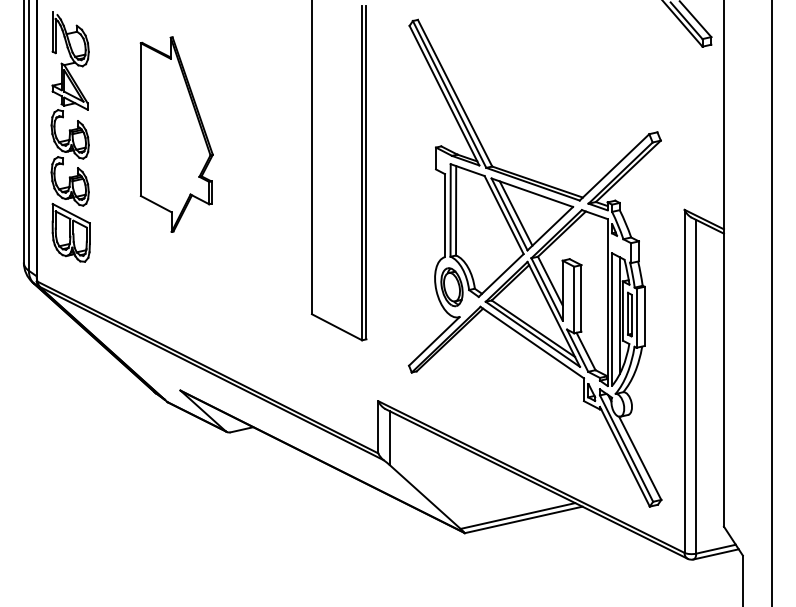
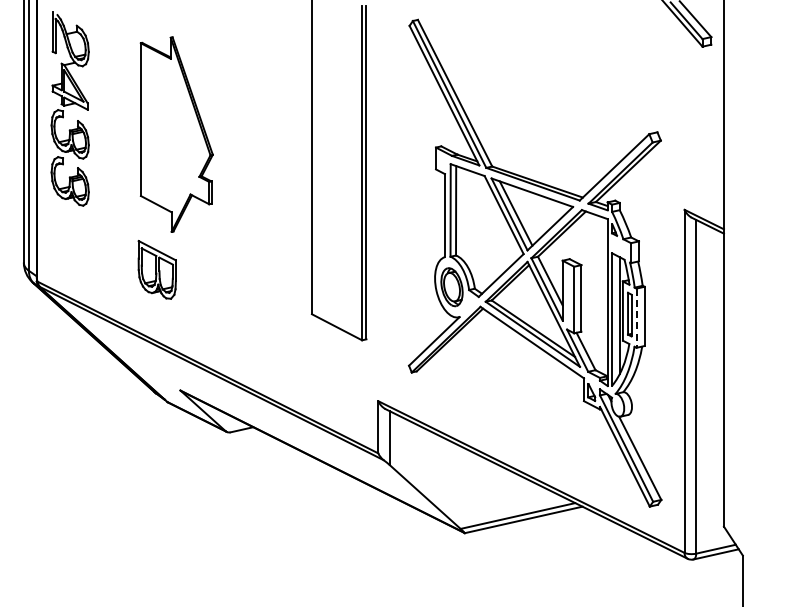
part at (70, 232) position: (70, 232) -> (156, 269)
line at (772, 302): present -> none
line at (636, 318): solid -> dashed
